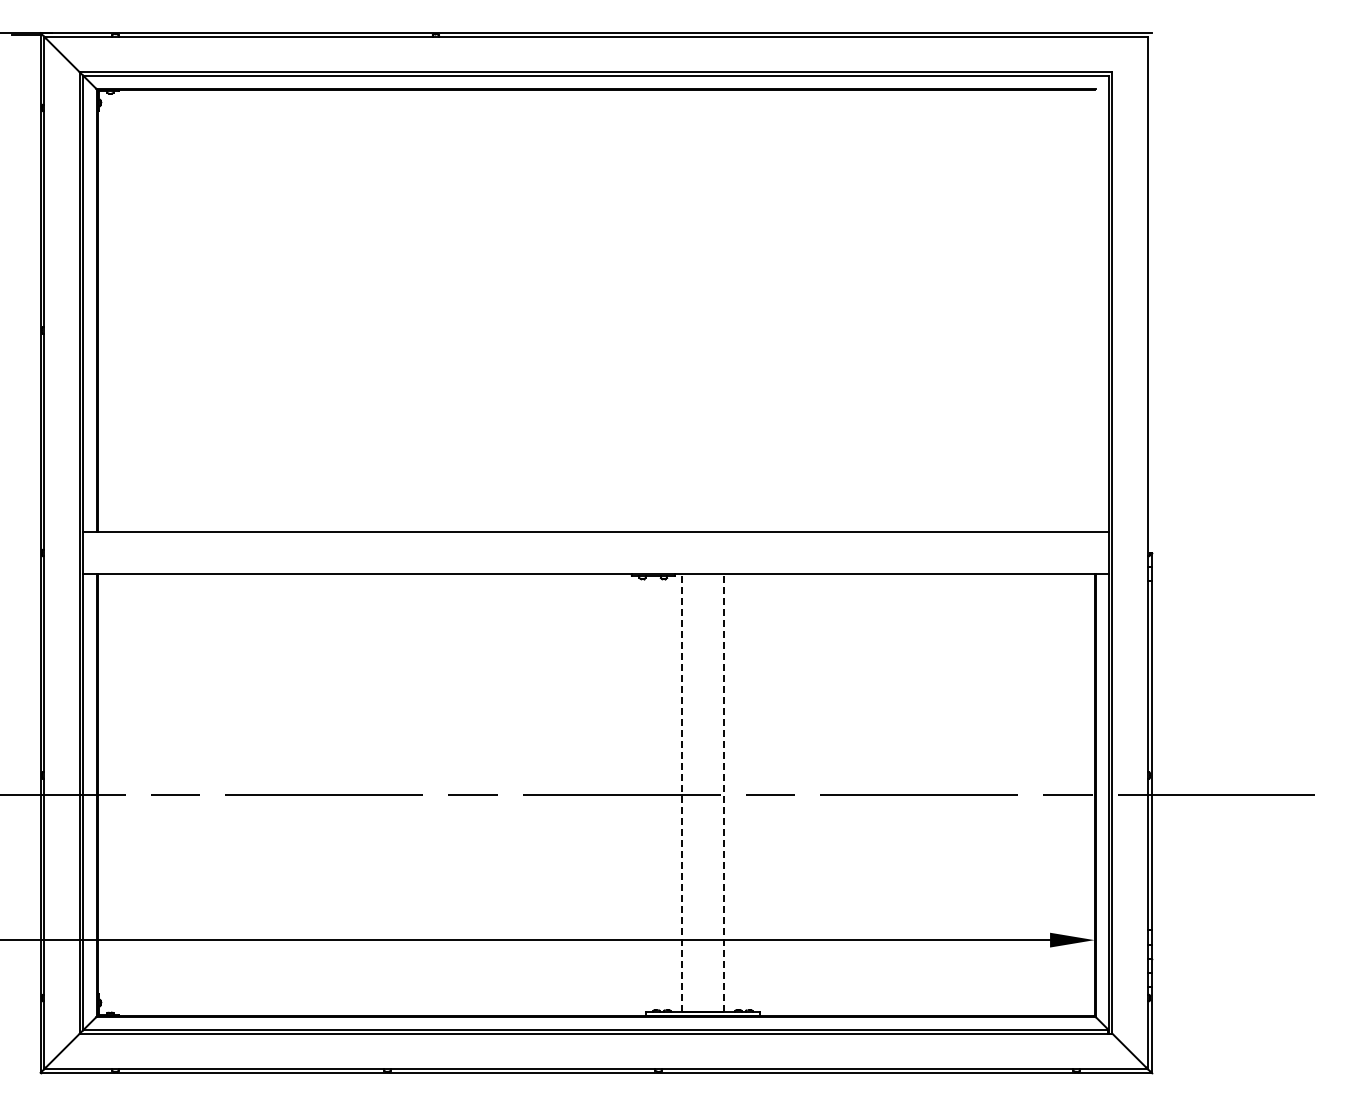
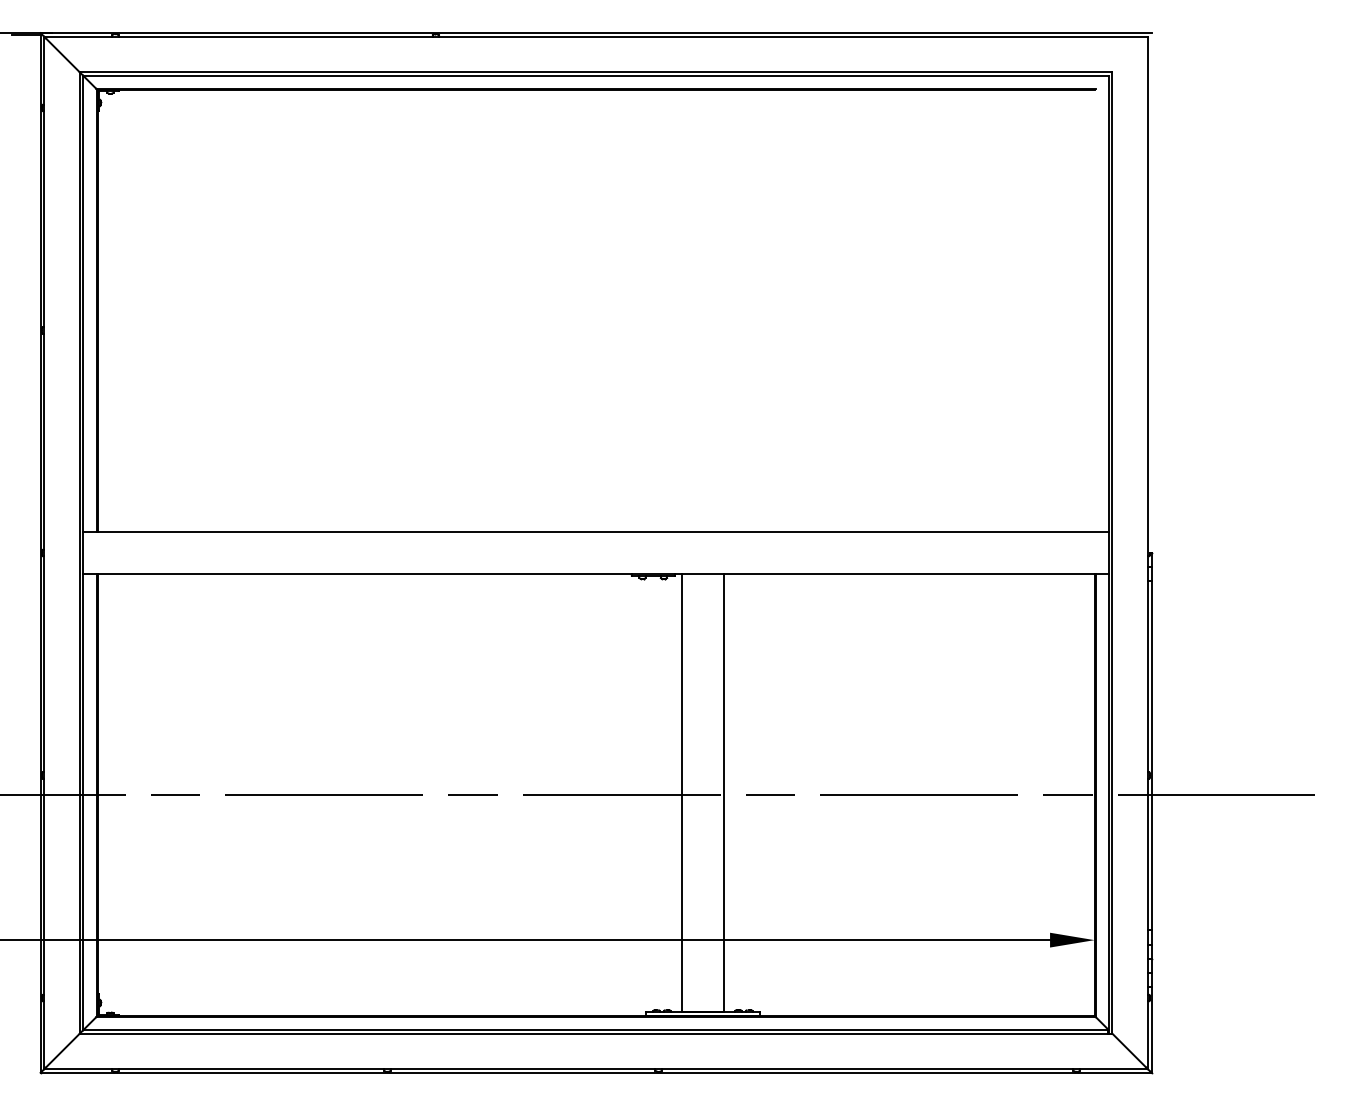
line at (681, 793): dashed -> solid
line at (724, 793): dashed -> solid
